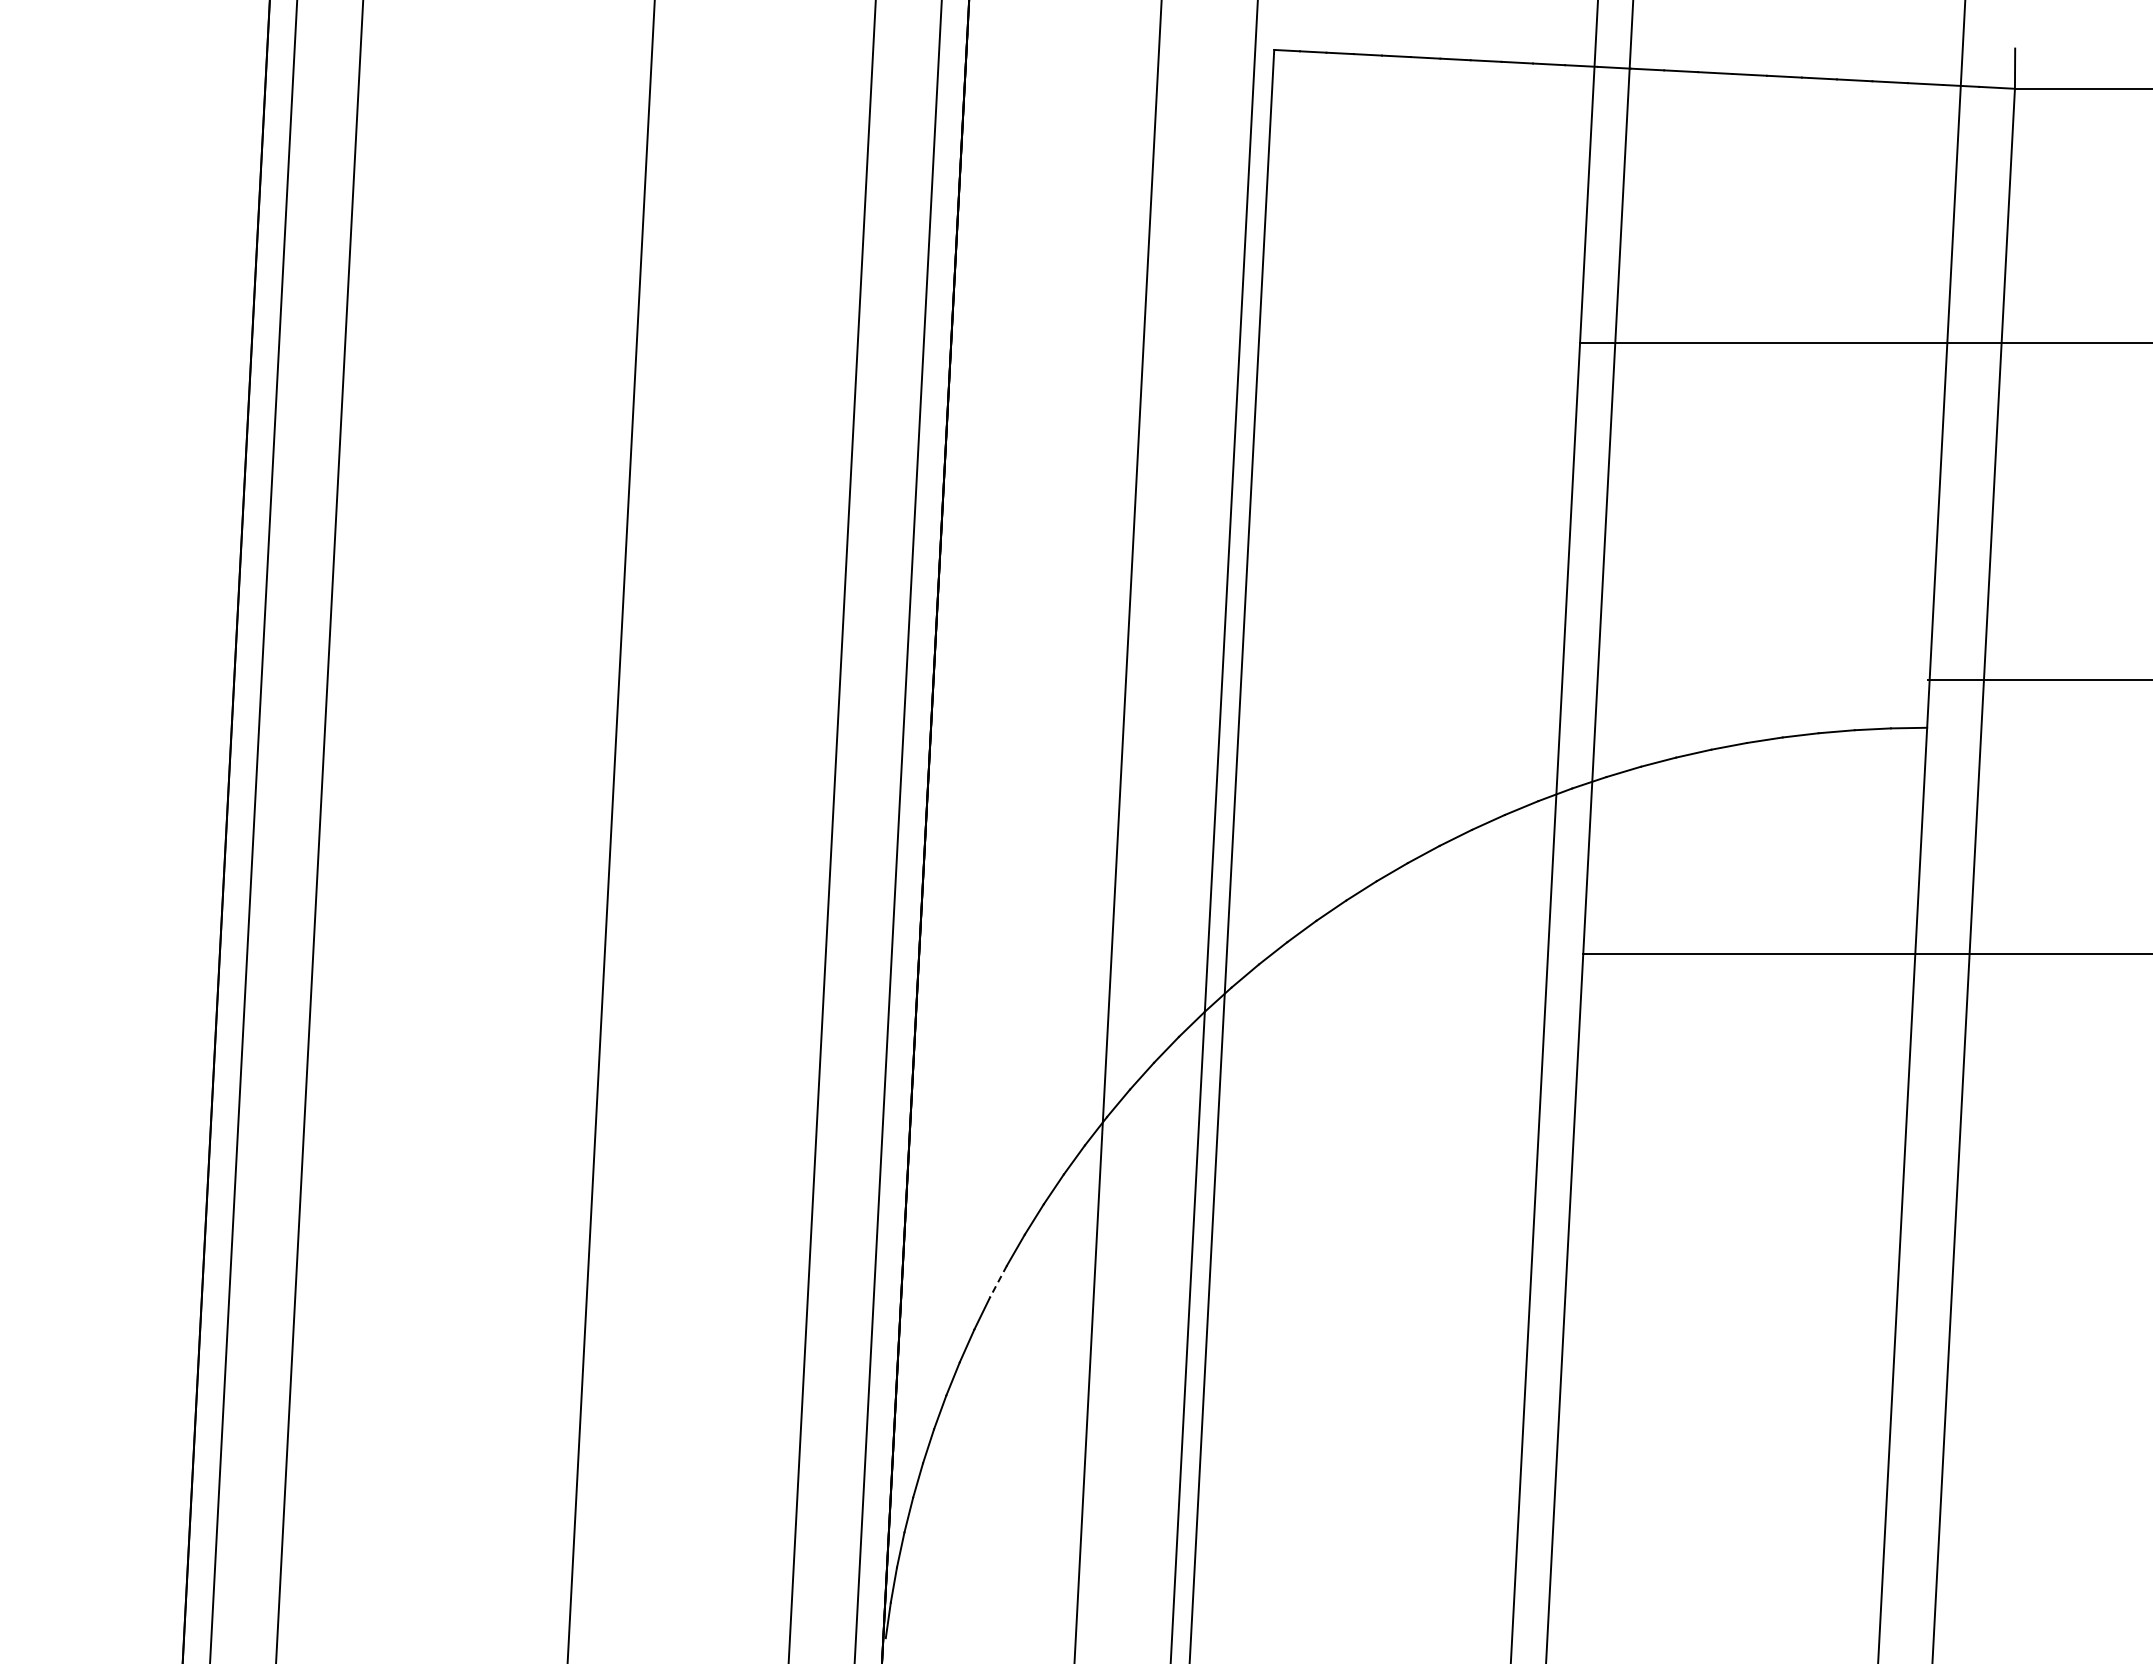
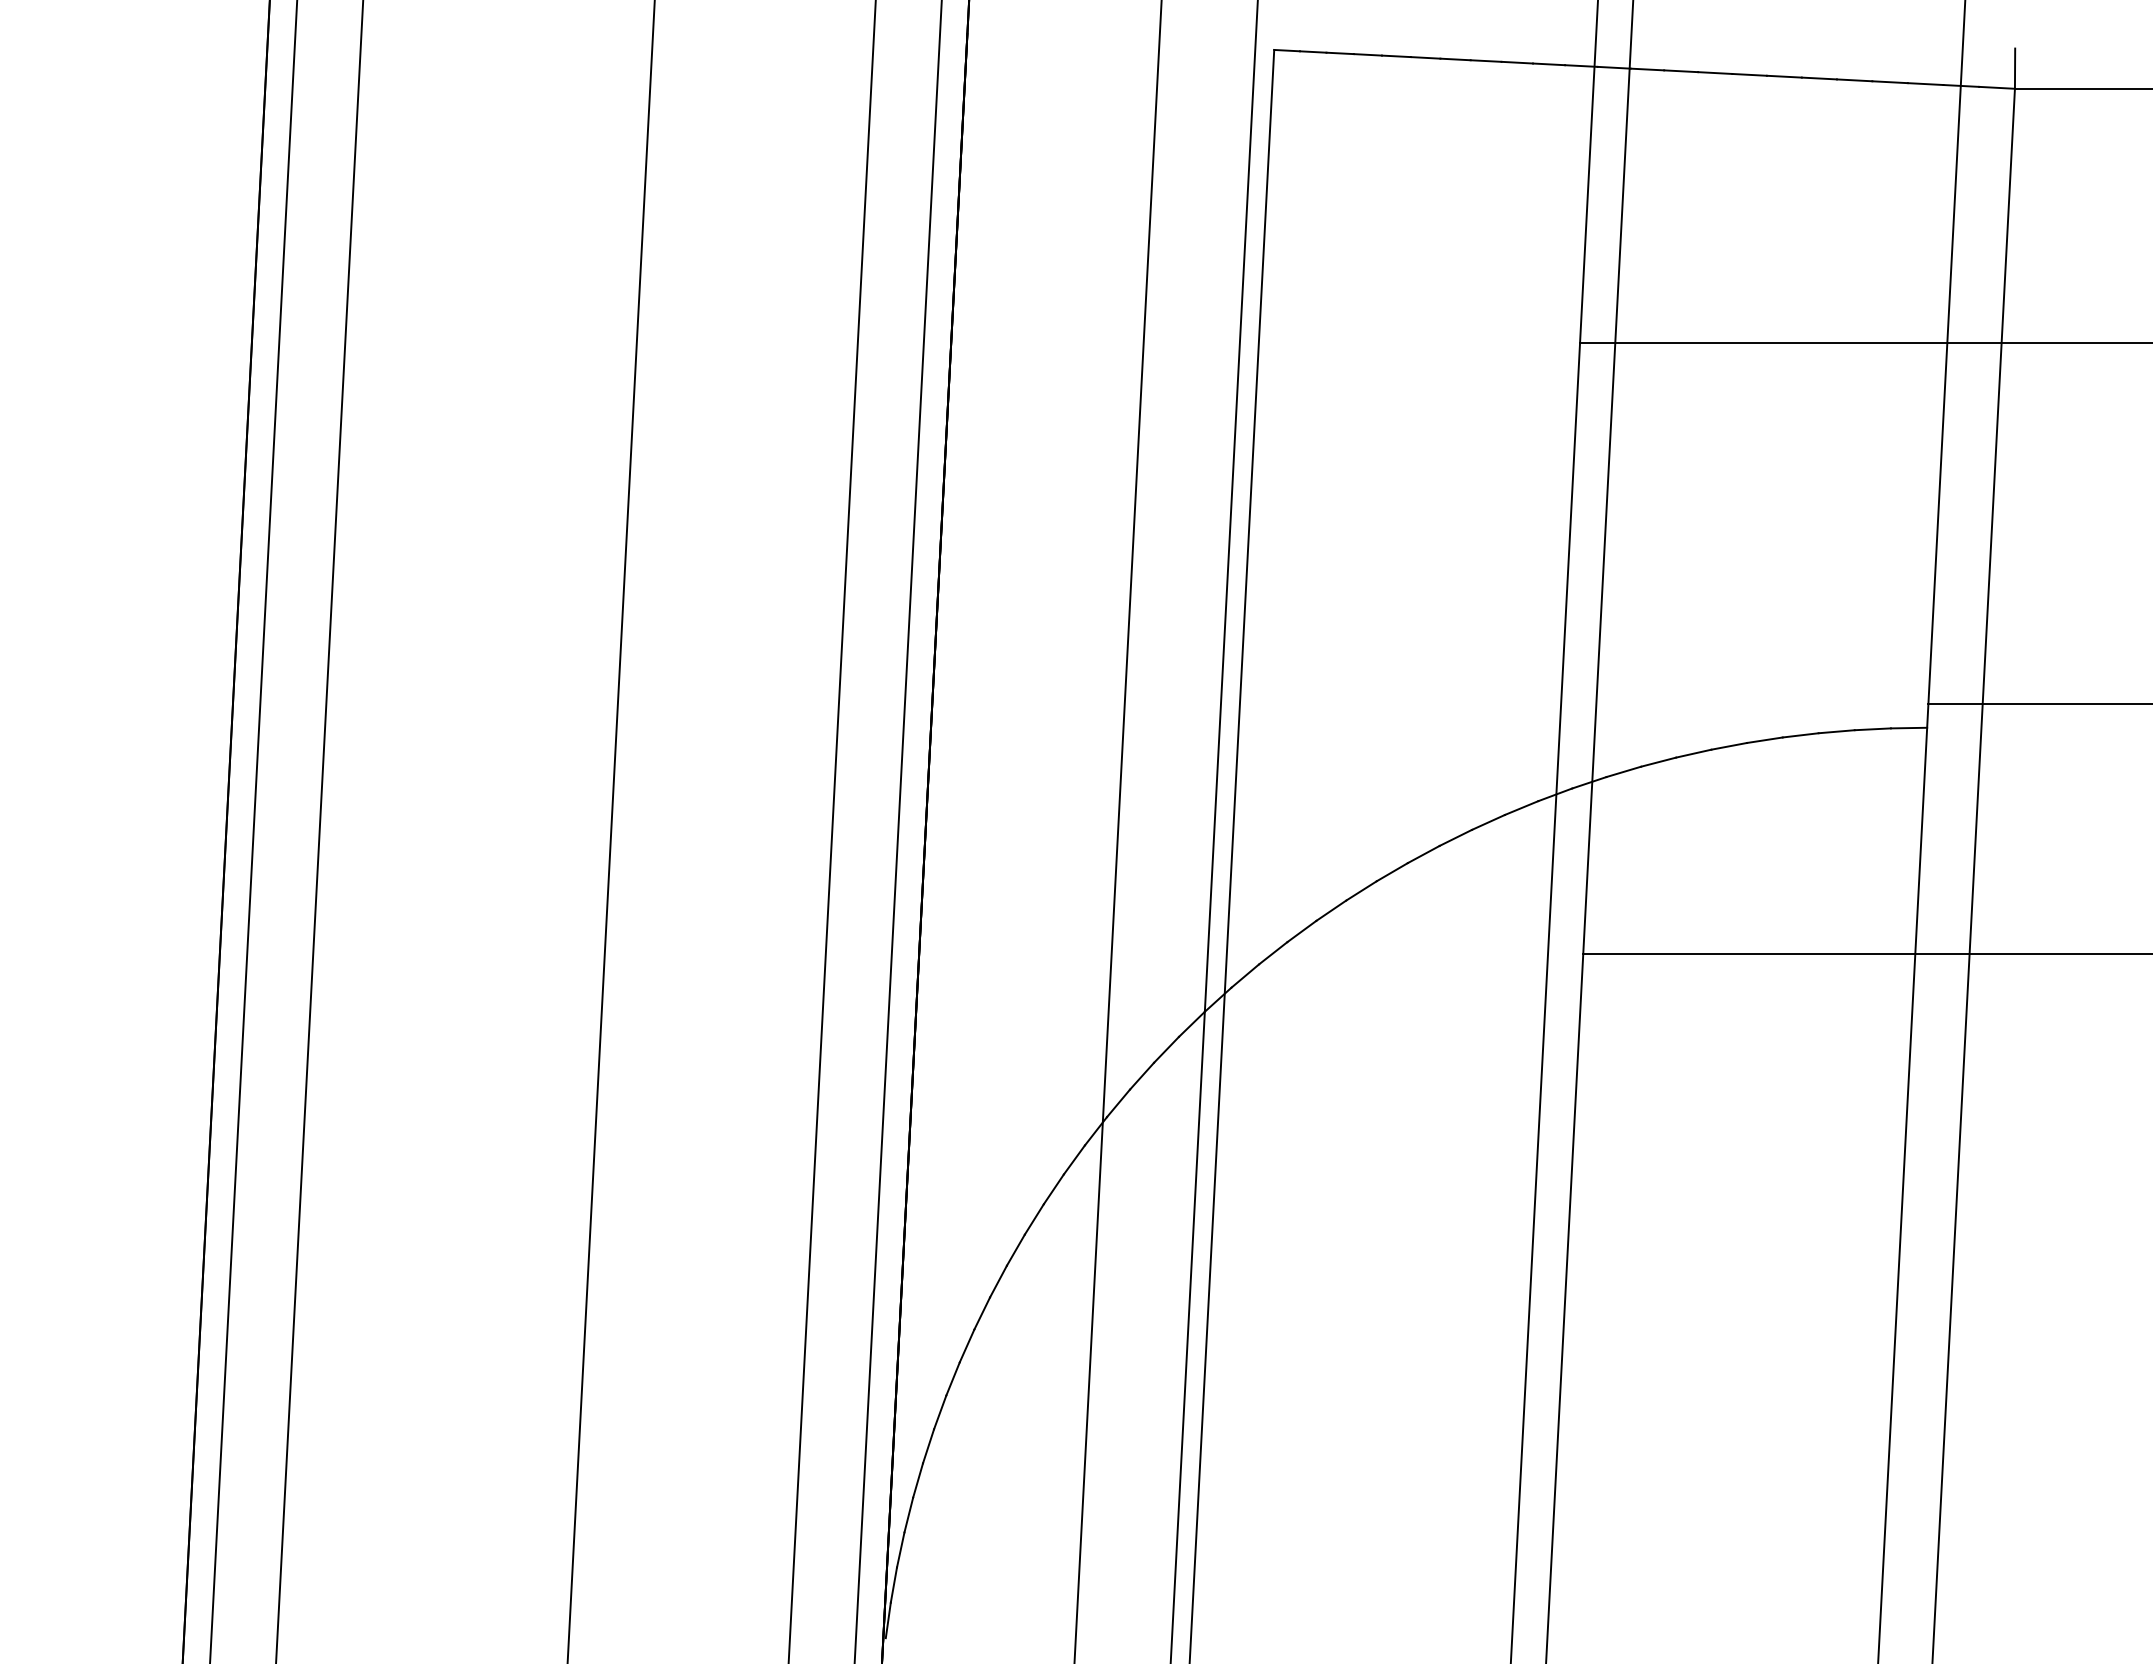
line at (2038, 680) position: (2038, 680) -> (2038, 704)
line at (998, 1281): dashed -> solid
